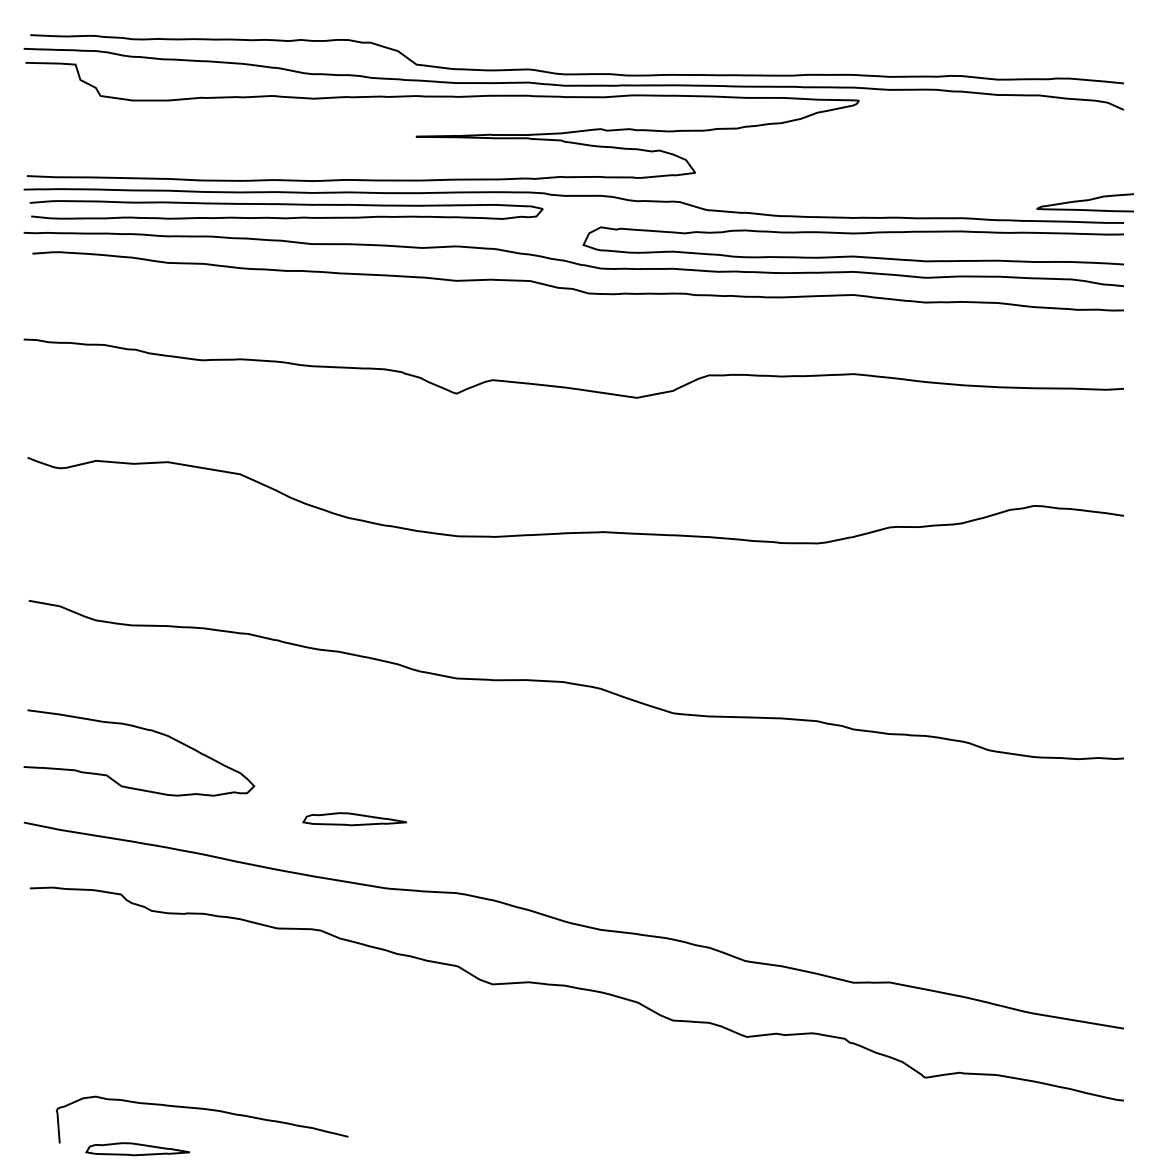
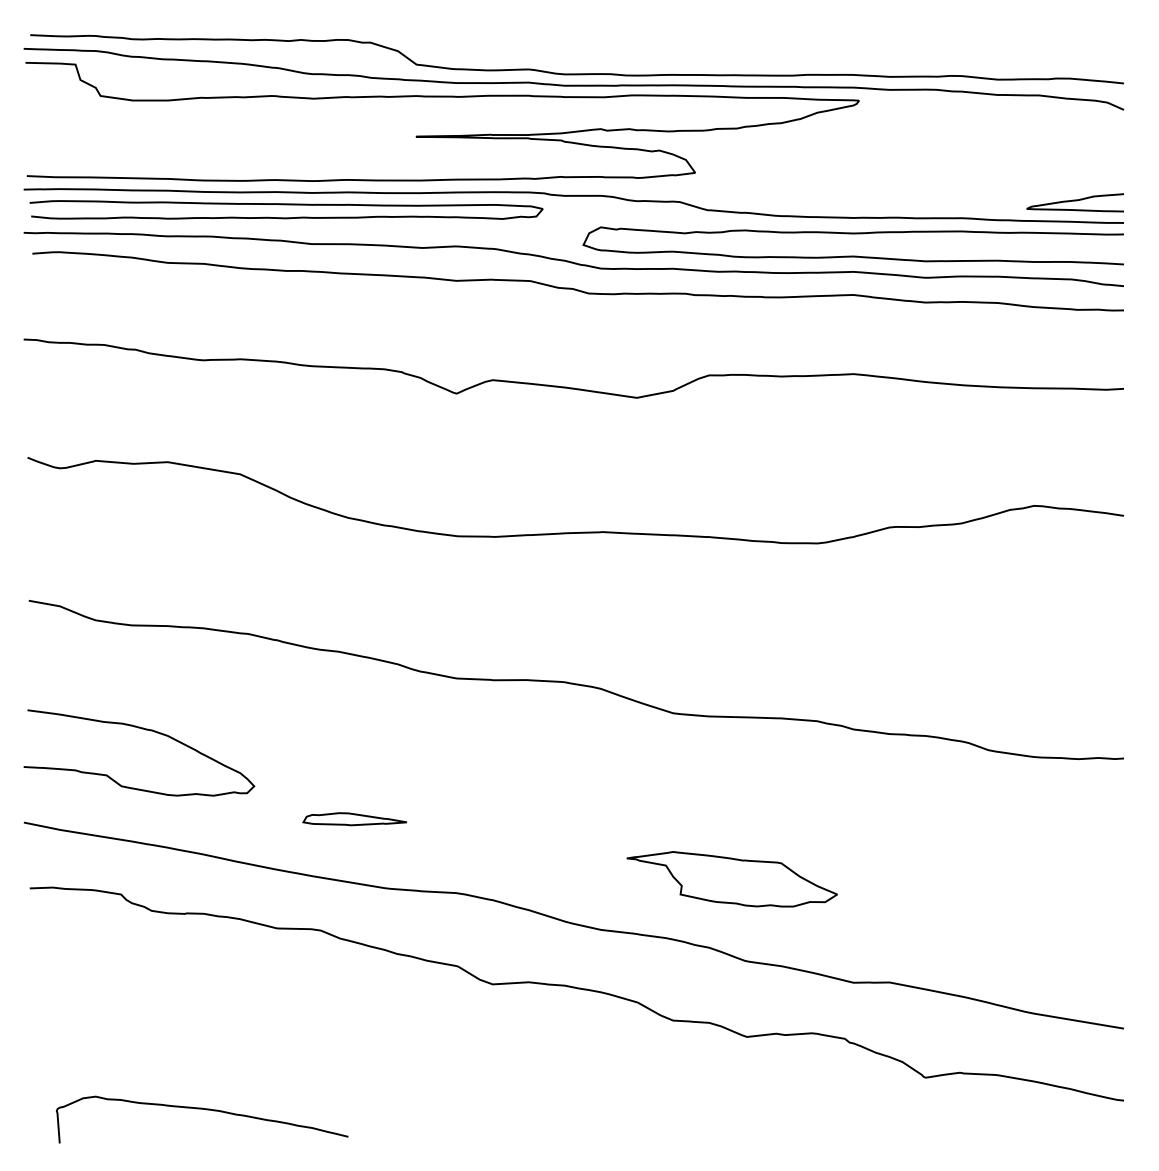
curve at (1084, 201) position: (1084, 201) -> (1074, 201)
part at (731, 879): none -> present
part at (137, 1149): present -> none
